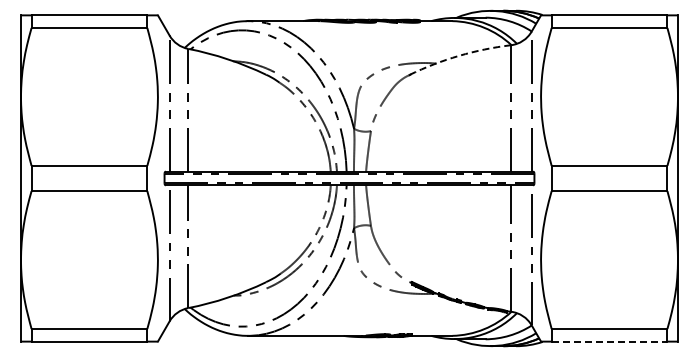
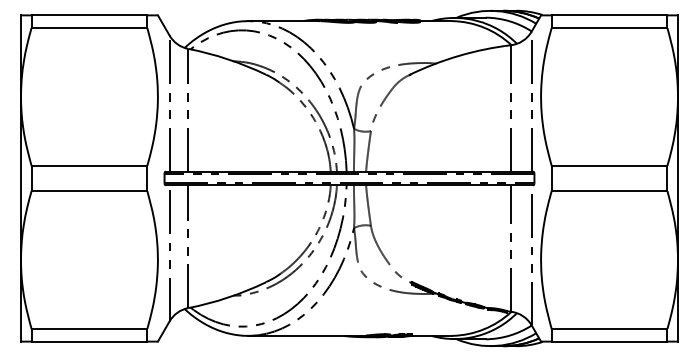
arc at (459, 55): dashed -> solid
line at (609, 341): dashed -> solid
